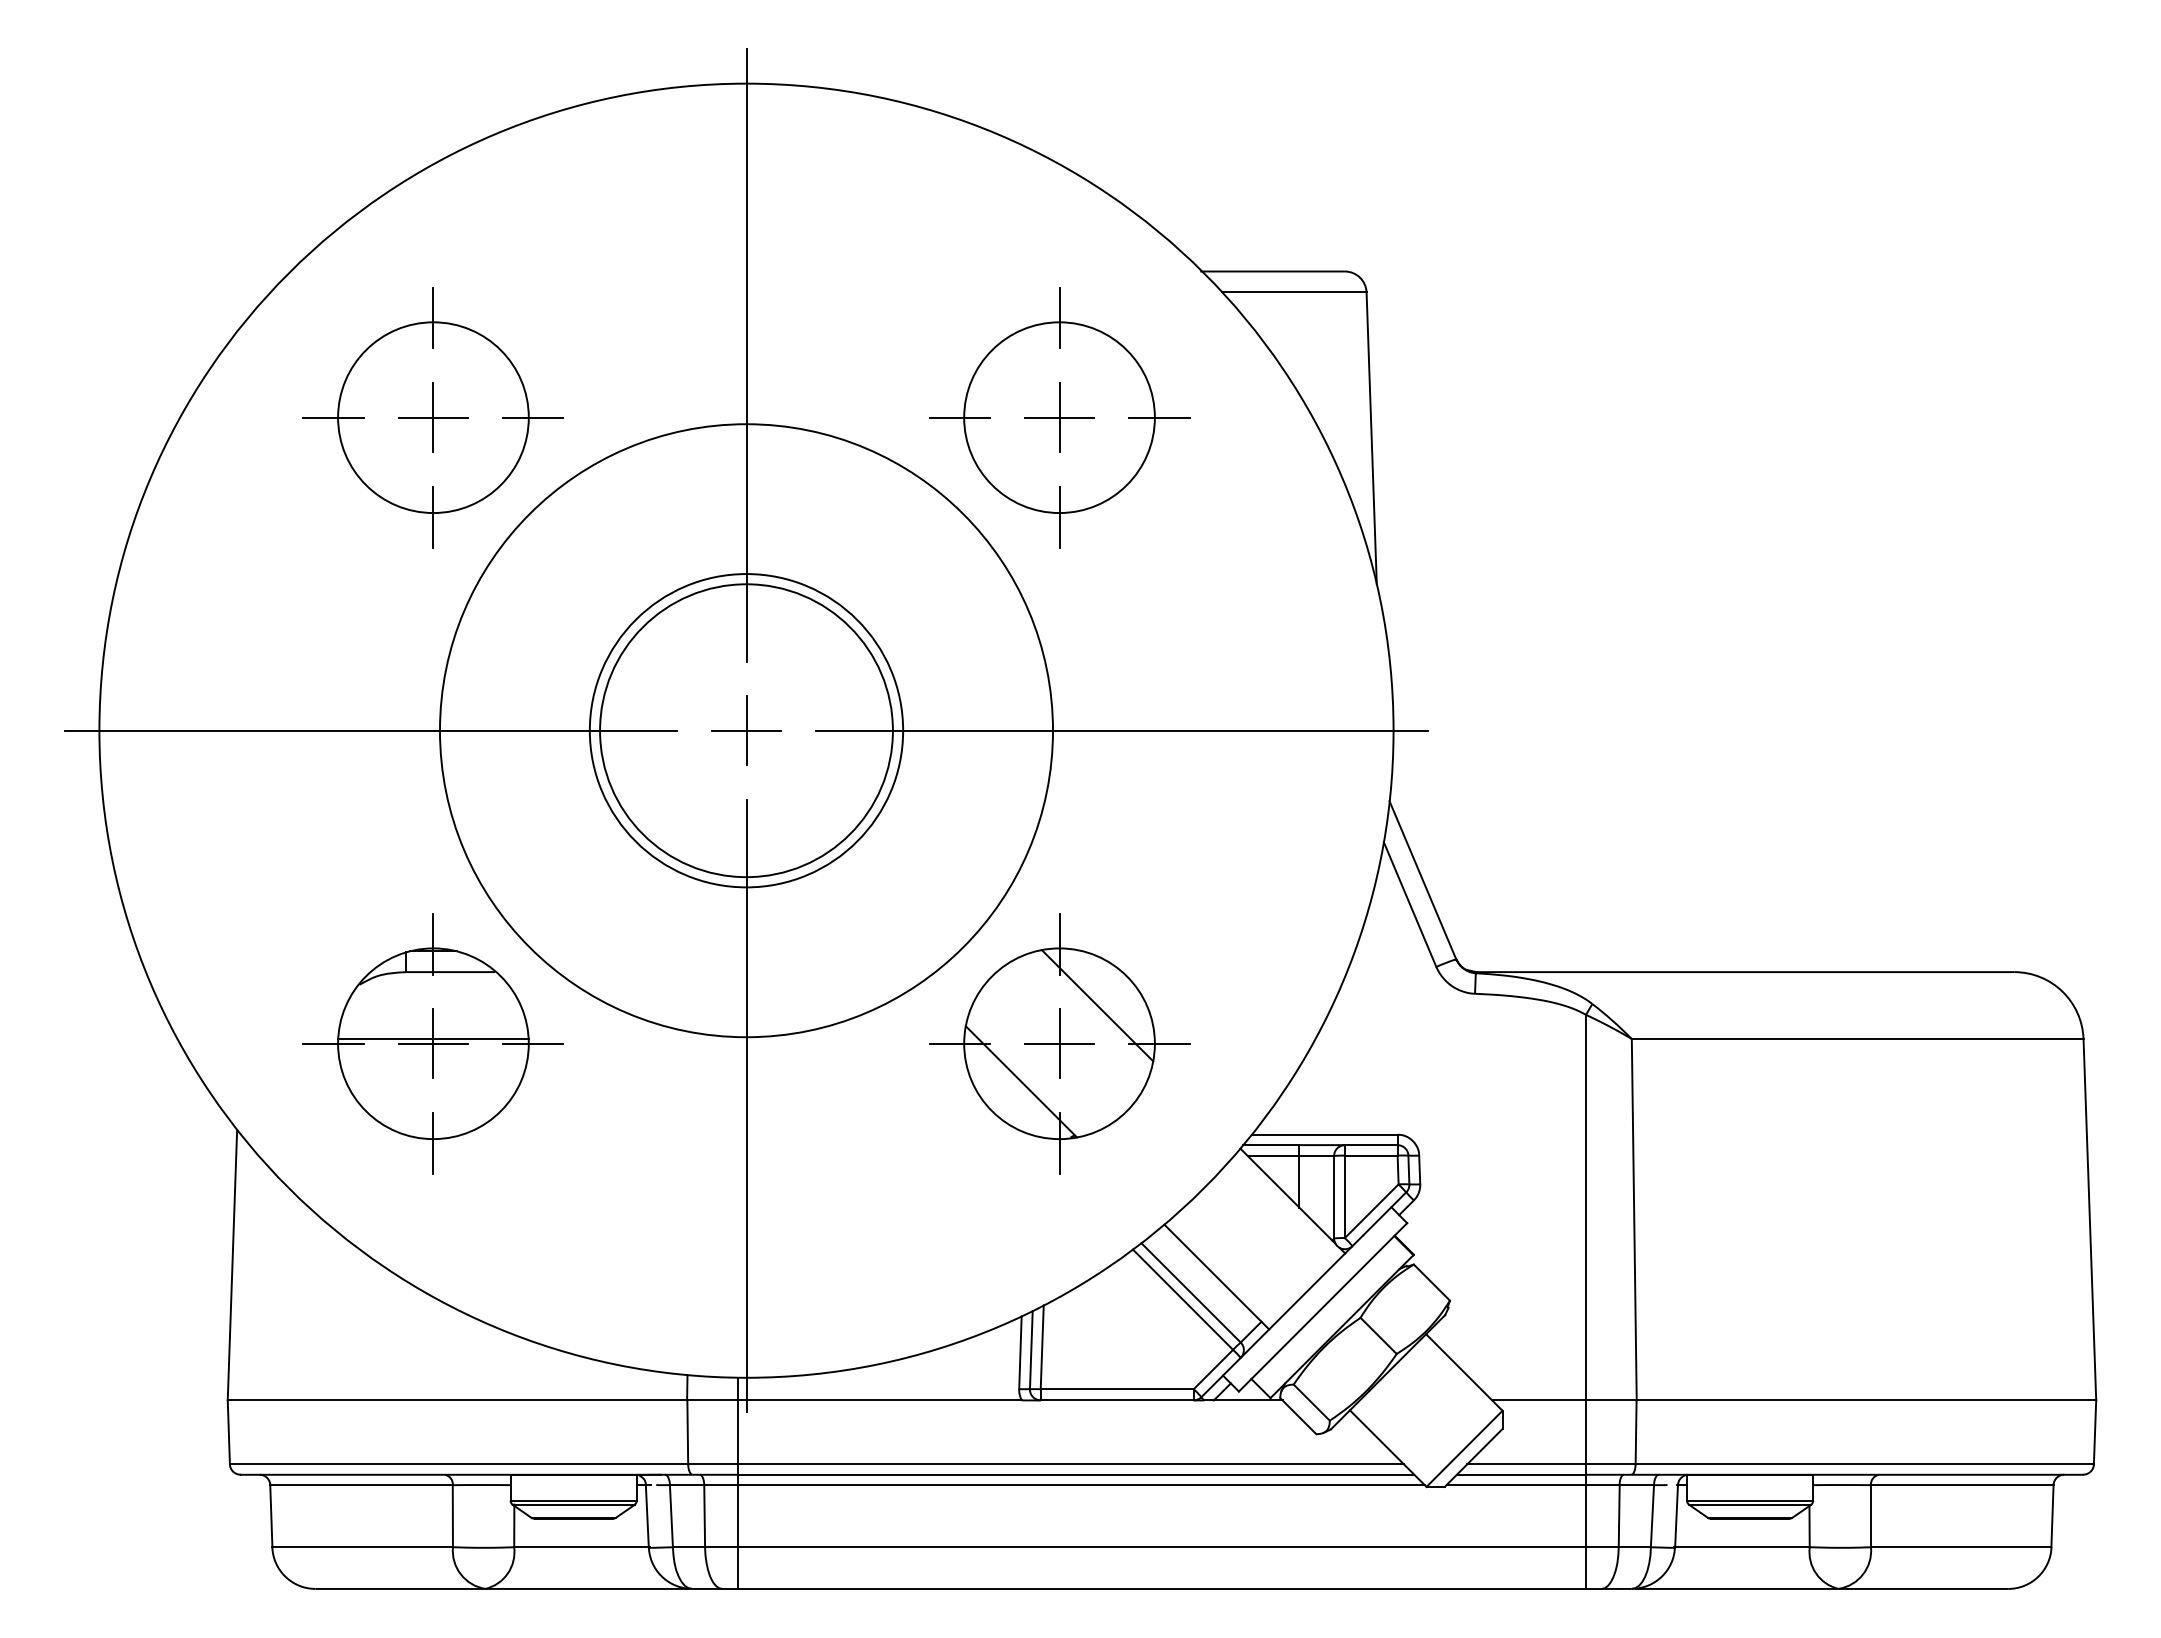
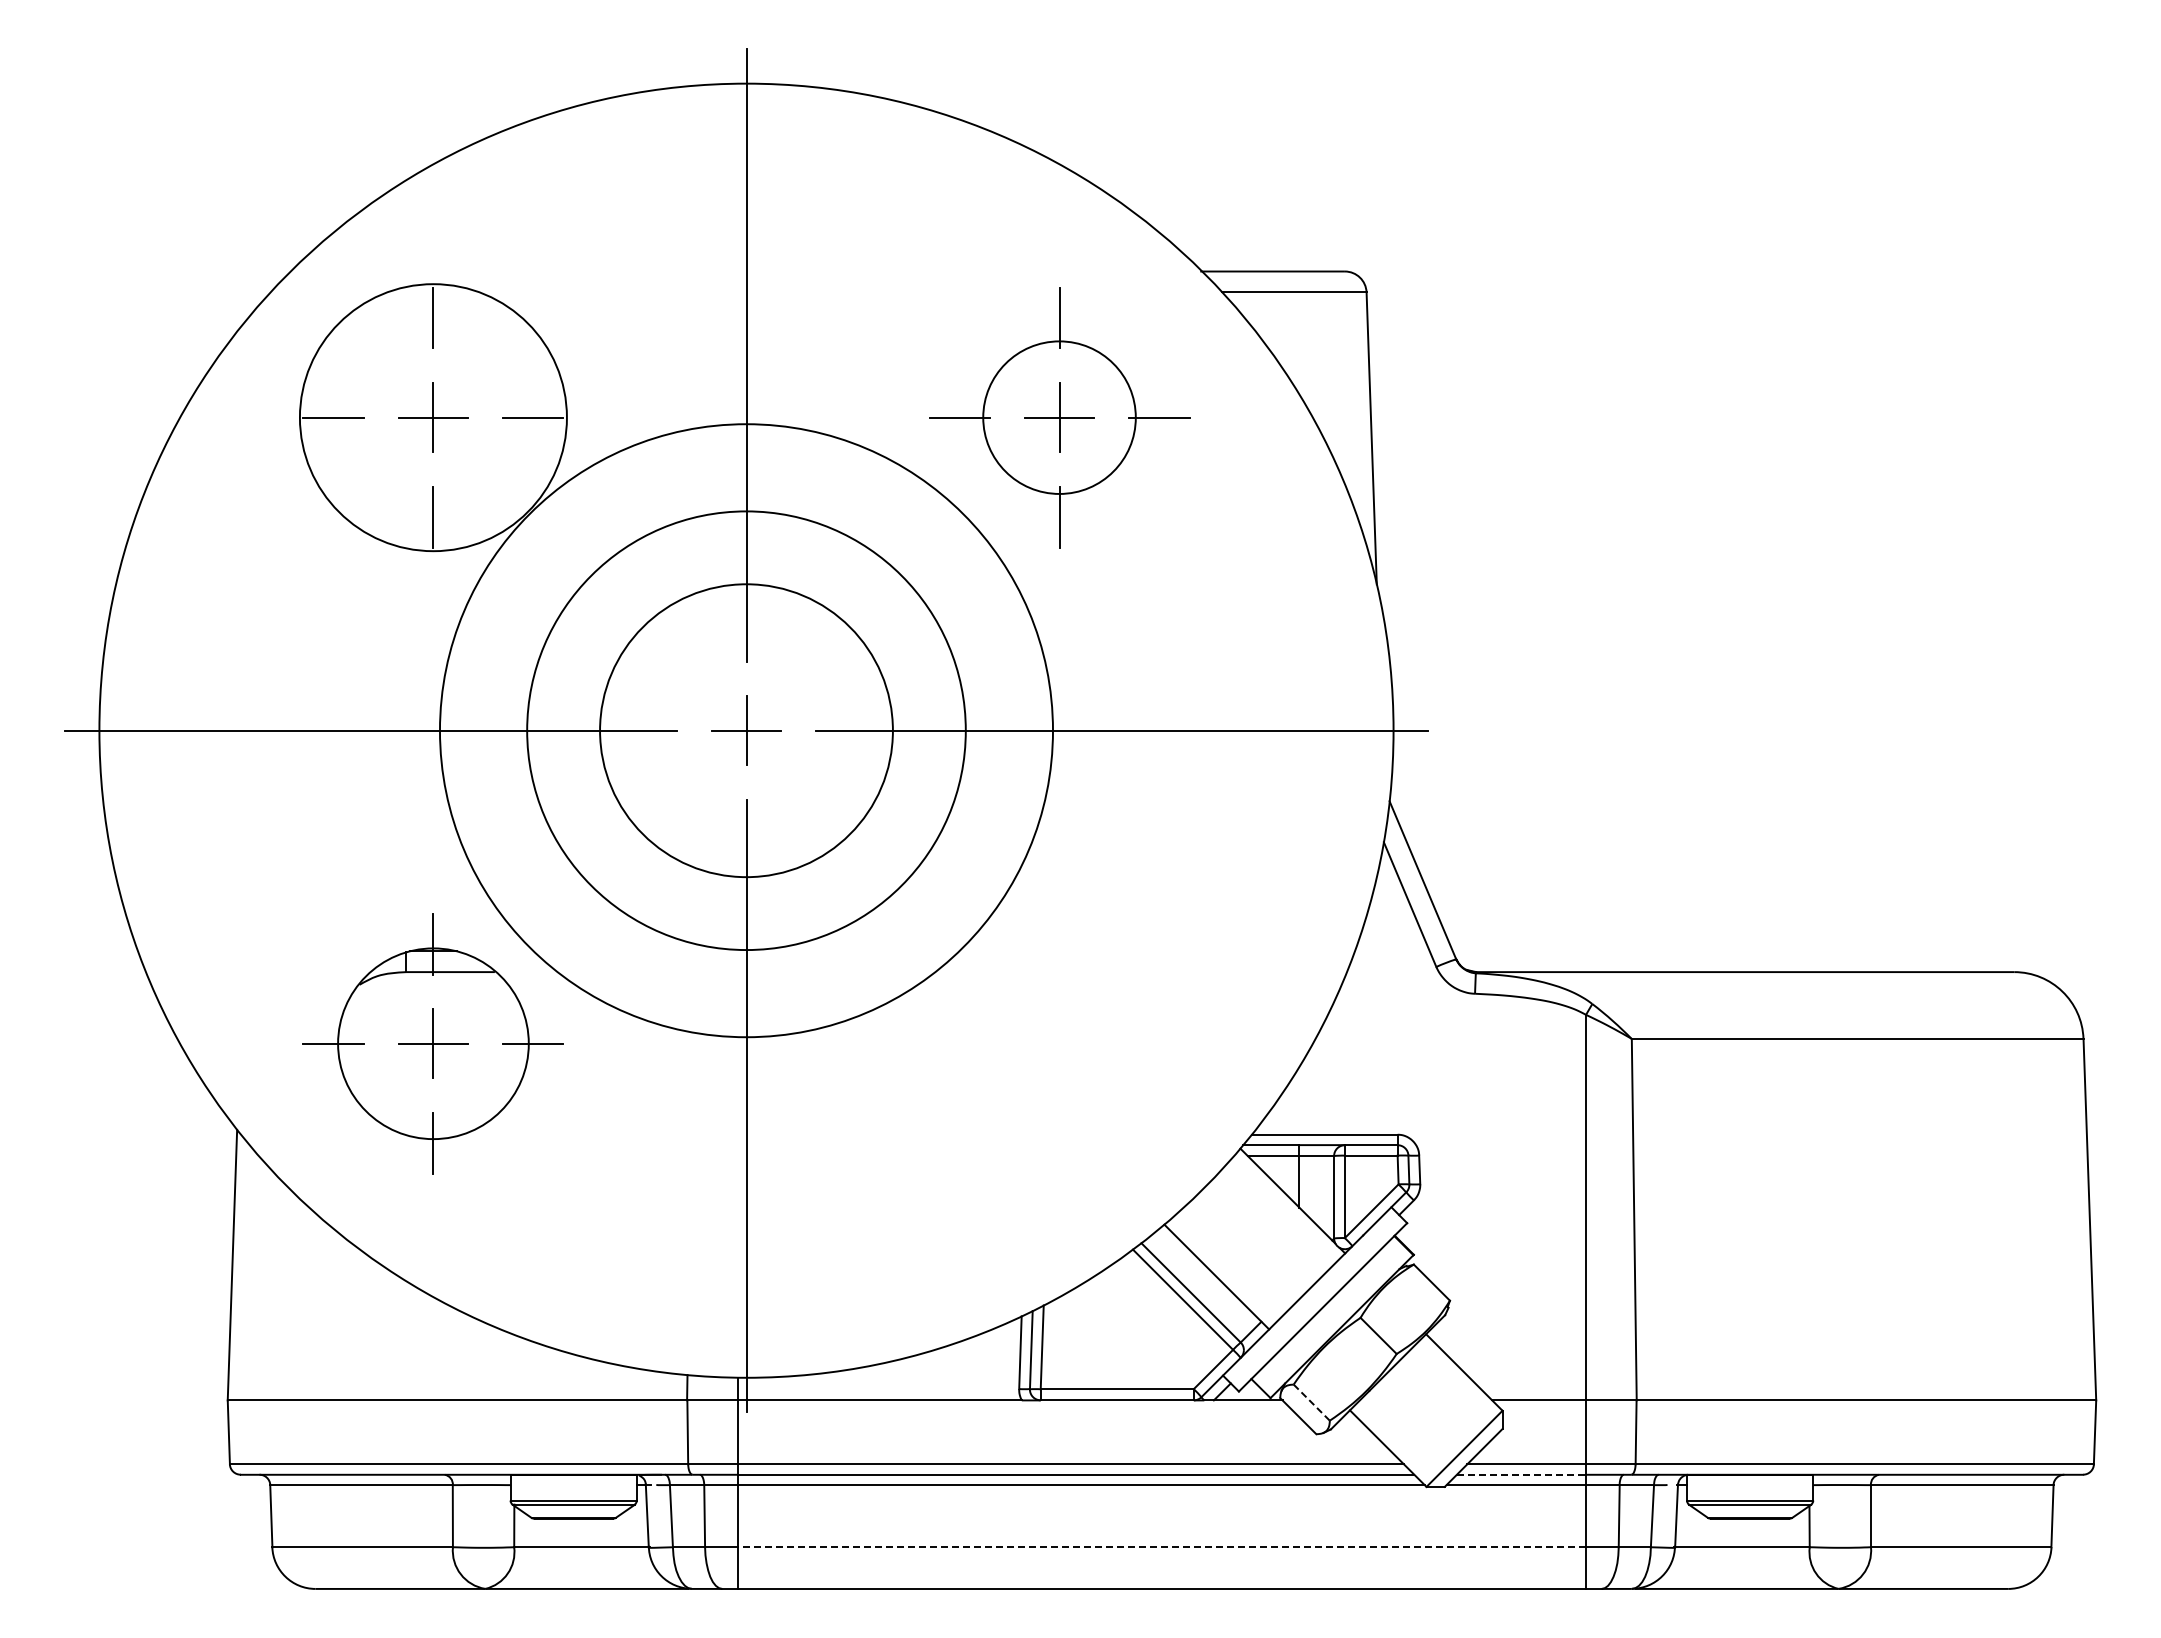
circle at (433, 417) diameter: 191 px -> 267 px
circle at (1059, 417) diameter: 191 px -> 153 px
circle at (746, 730) diameter: 313 px -> 439 px
line at (433, 1039): present -> none
part at (1059, 1043): present -> none
line at (1311, 1402): solid -> dashed
line at (1521, 1474): solid -> dashed
line at (1161, 1547): solid -> dashed
